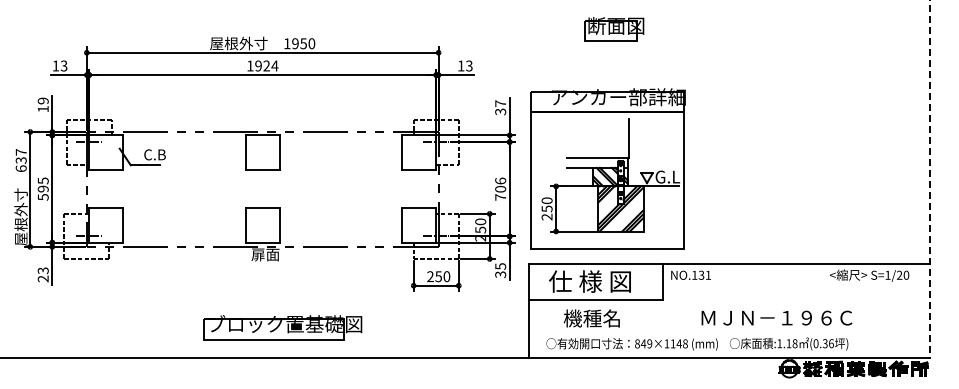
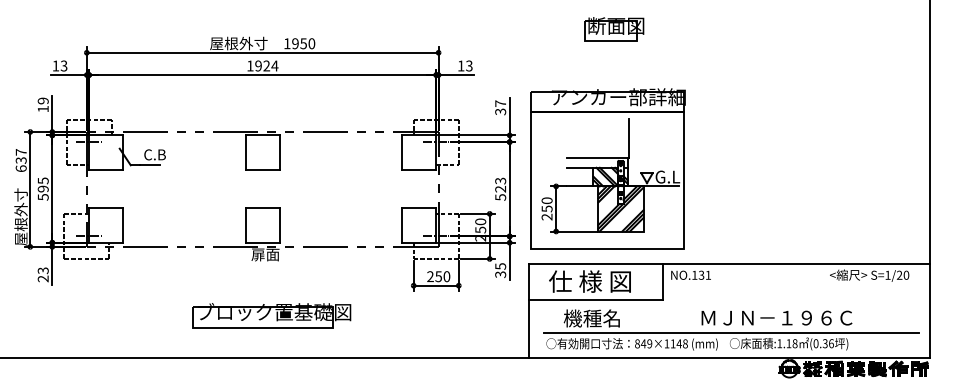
line at (929, 179): dashed -> solid
text at (500, 188): 706 -> 523
part at (282, 327) position: (282, 327) -> (271, 315)
line at (731, 332): none -> present
